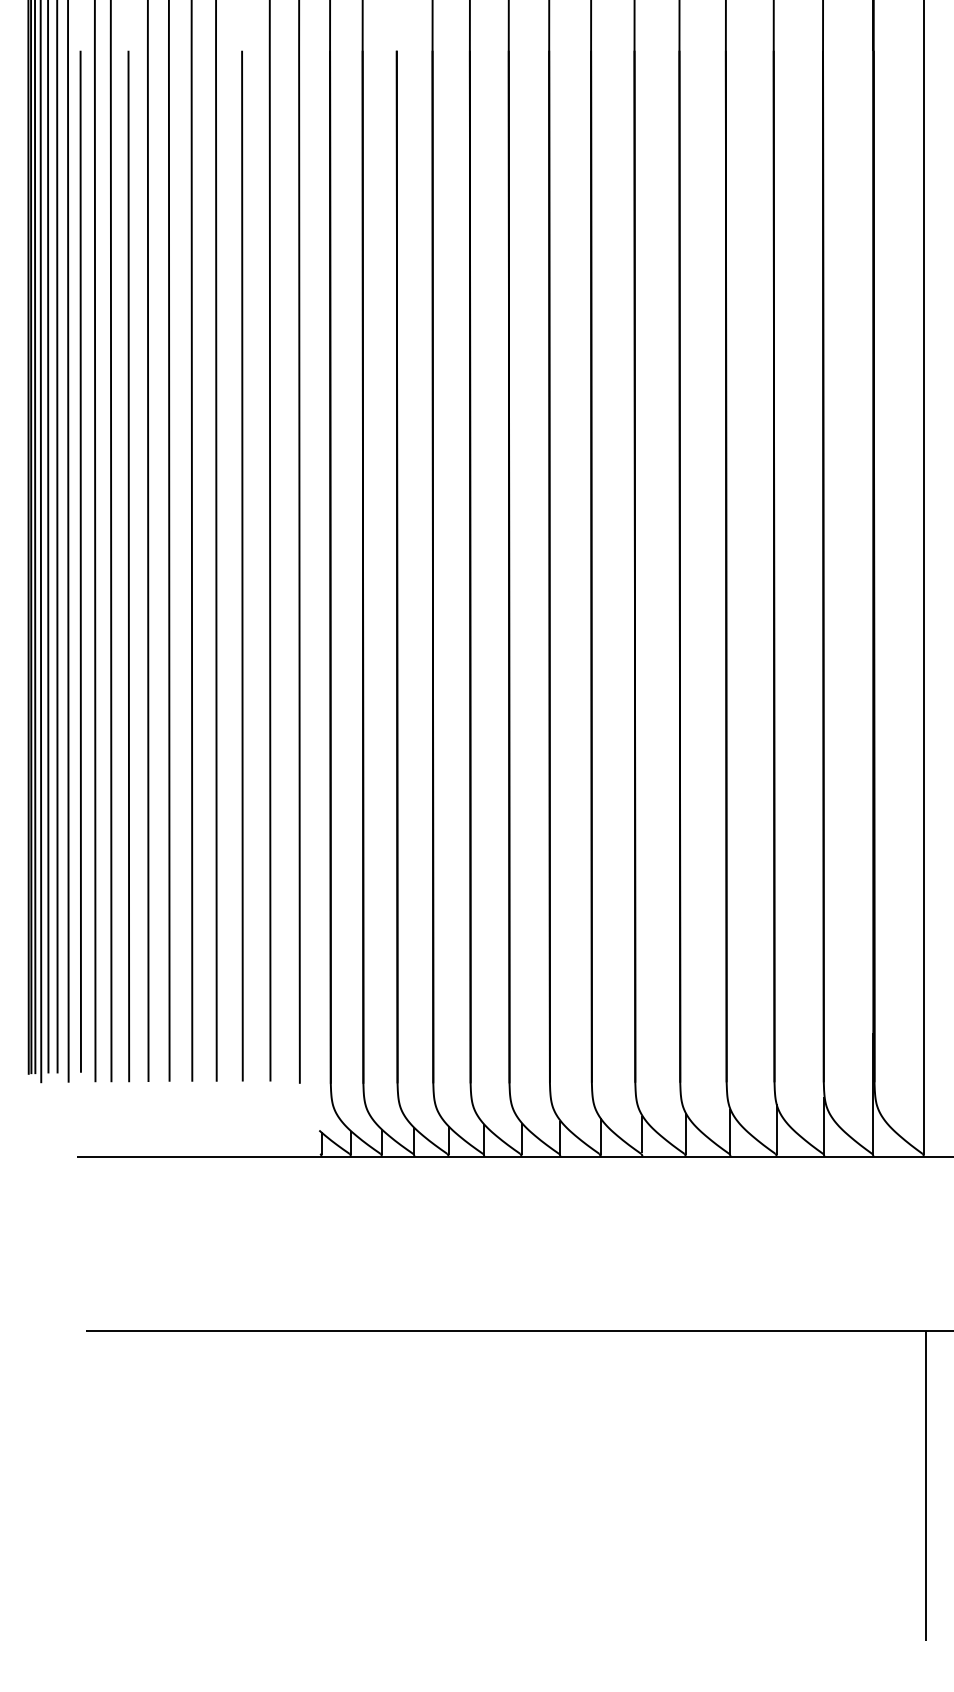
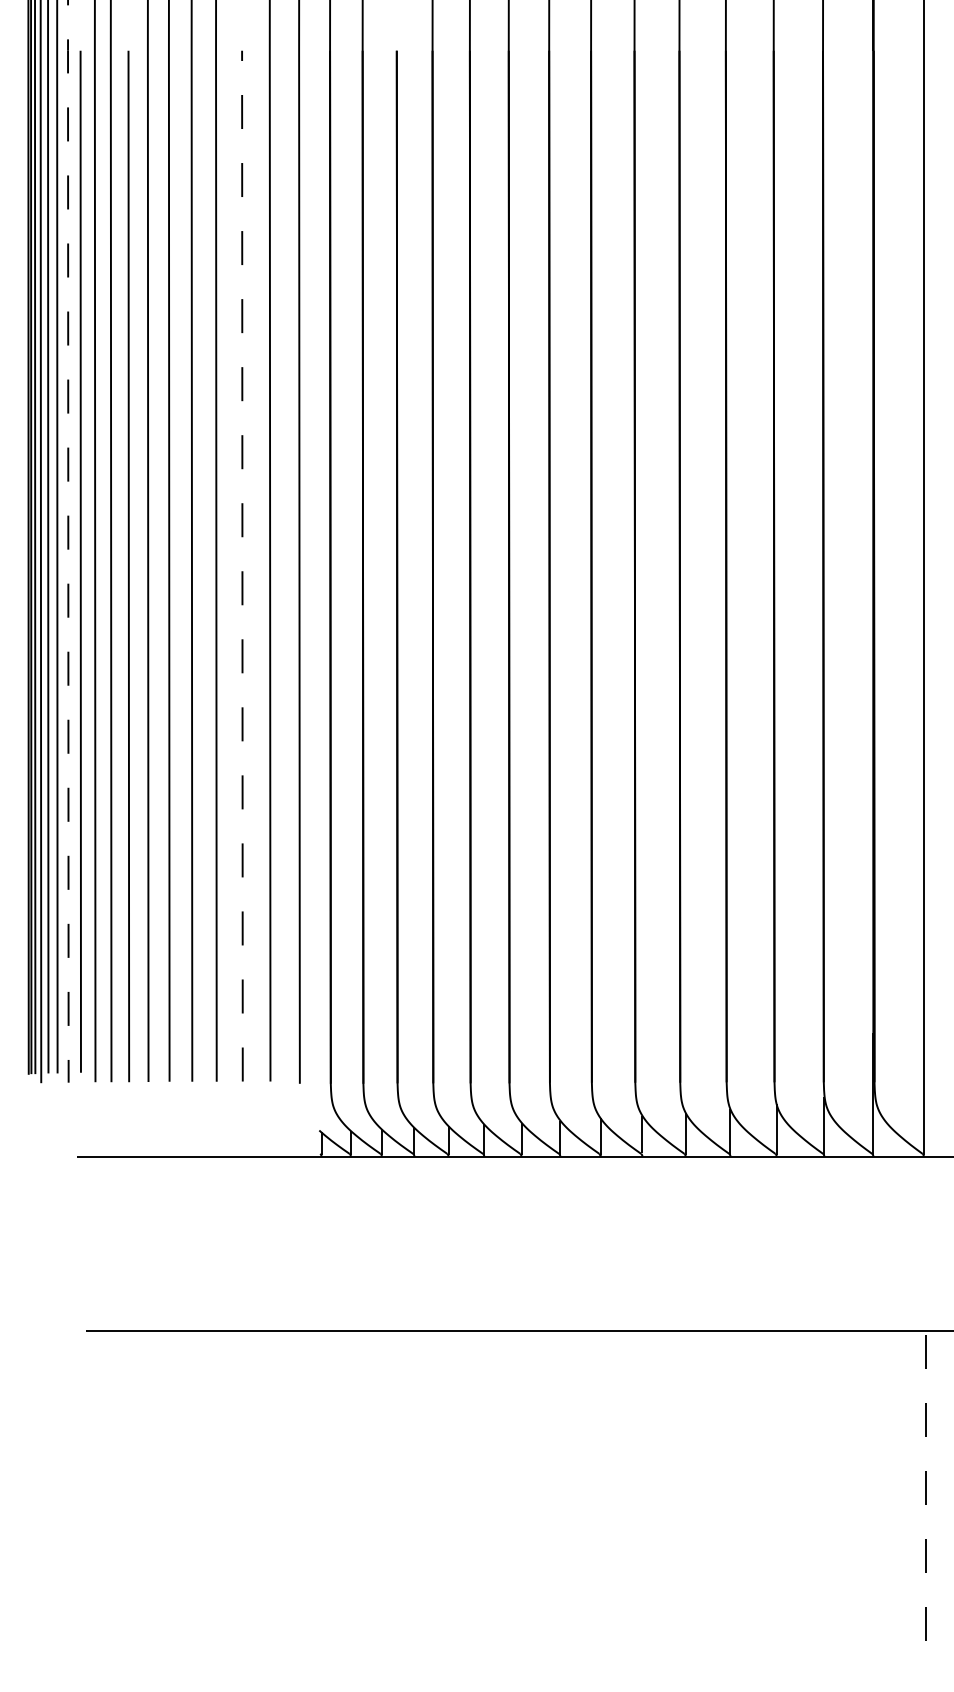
line at (68, 541): solid -> dashed
line at (242, 565): solid -> dashed
line at (925, 1485): solid -> dashed
